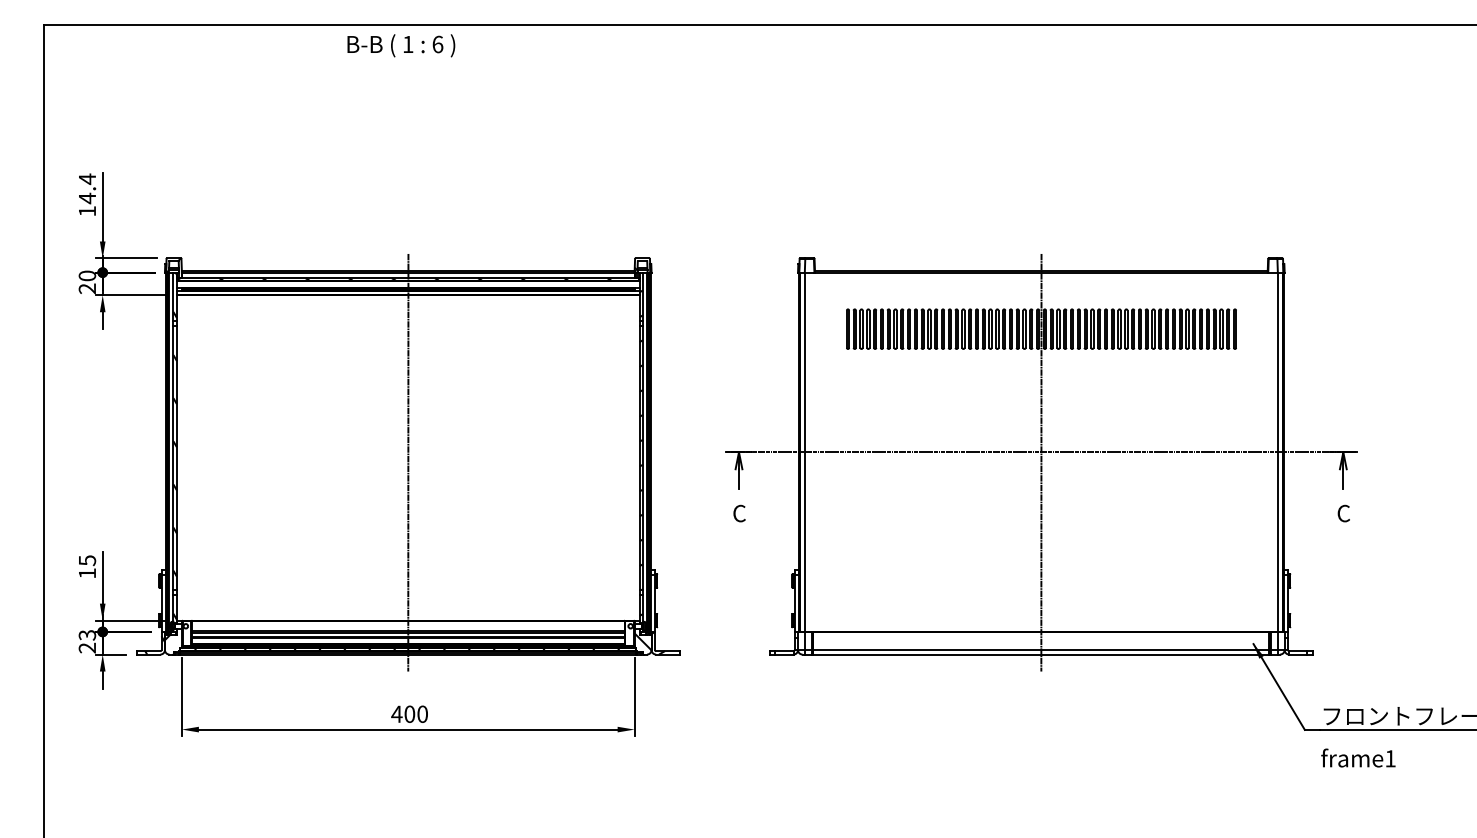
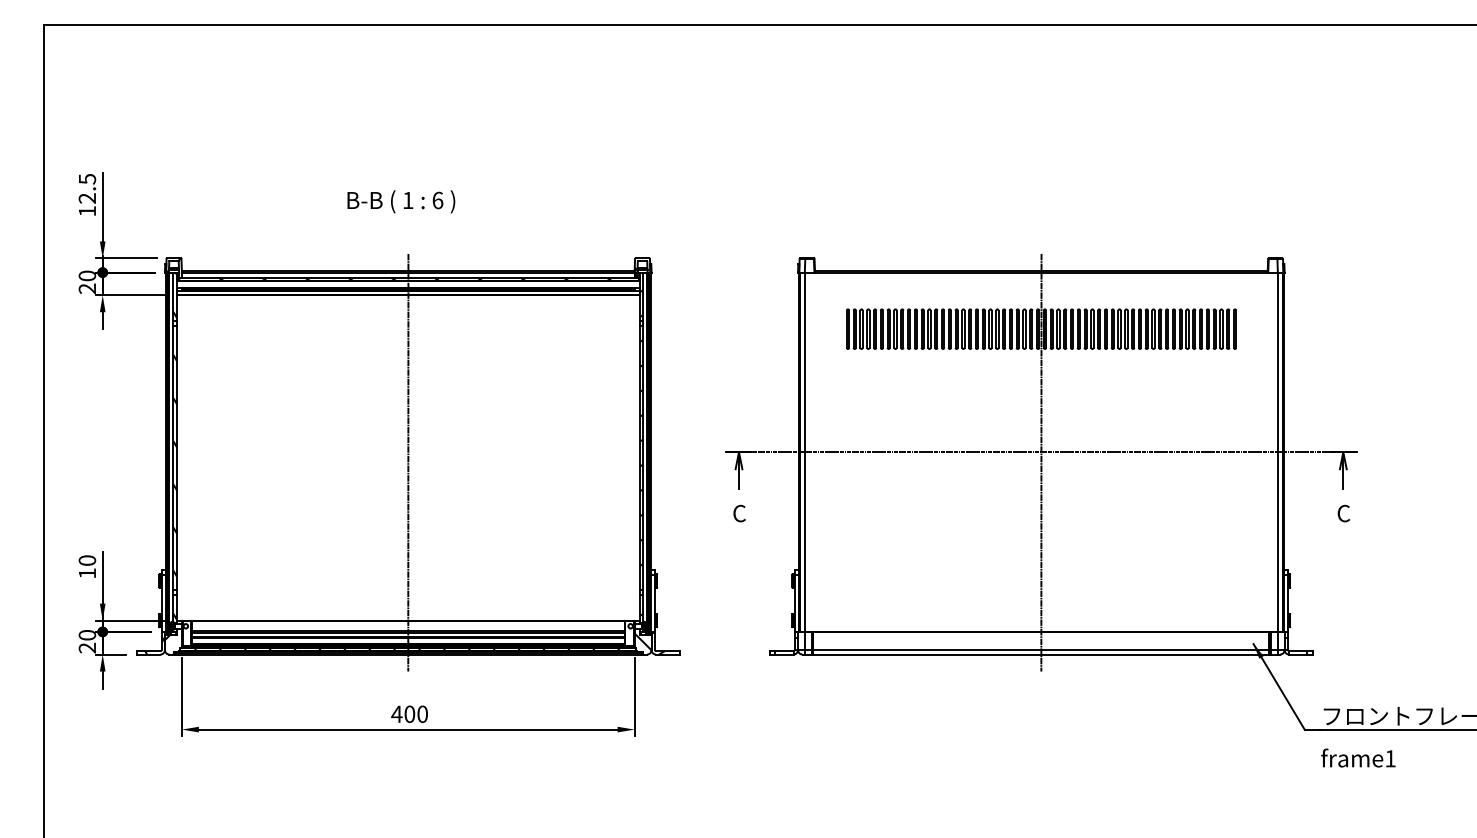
text at (401, 45) position: (401, 45) -> (401, 201)
text at (87, 188): 14.4 -> 12.5
text at (86, 560): 15 -> 10
text at (86, 635): 23 -> 20
